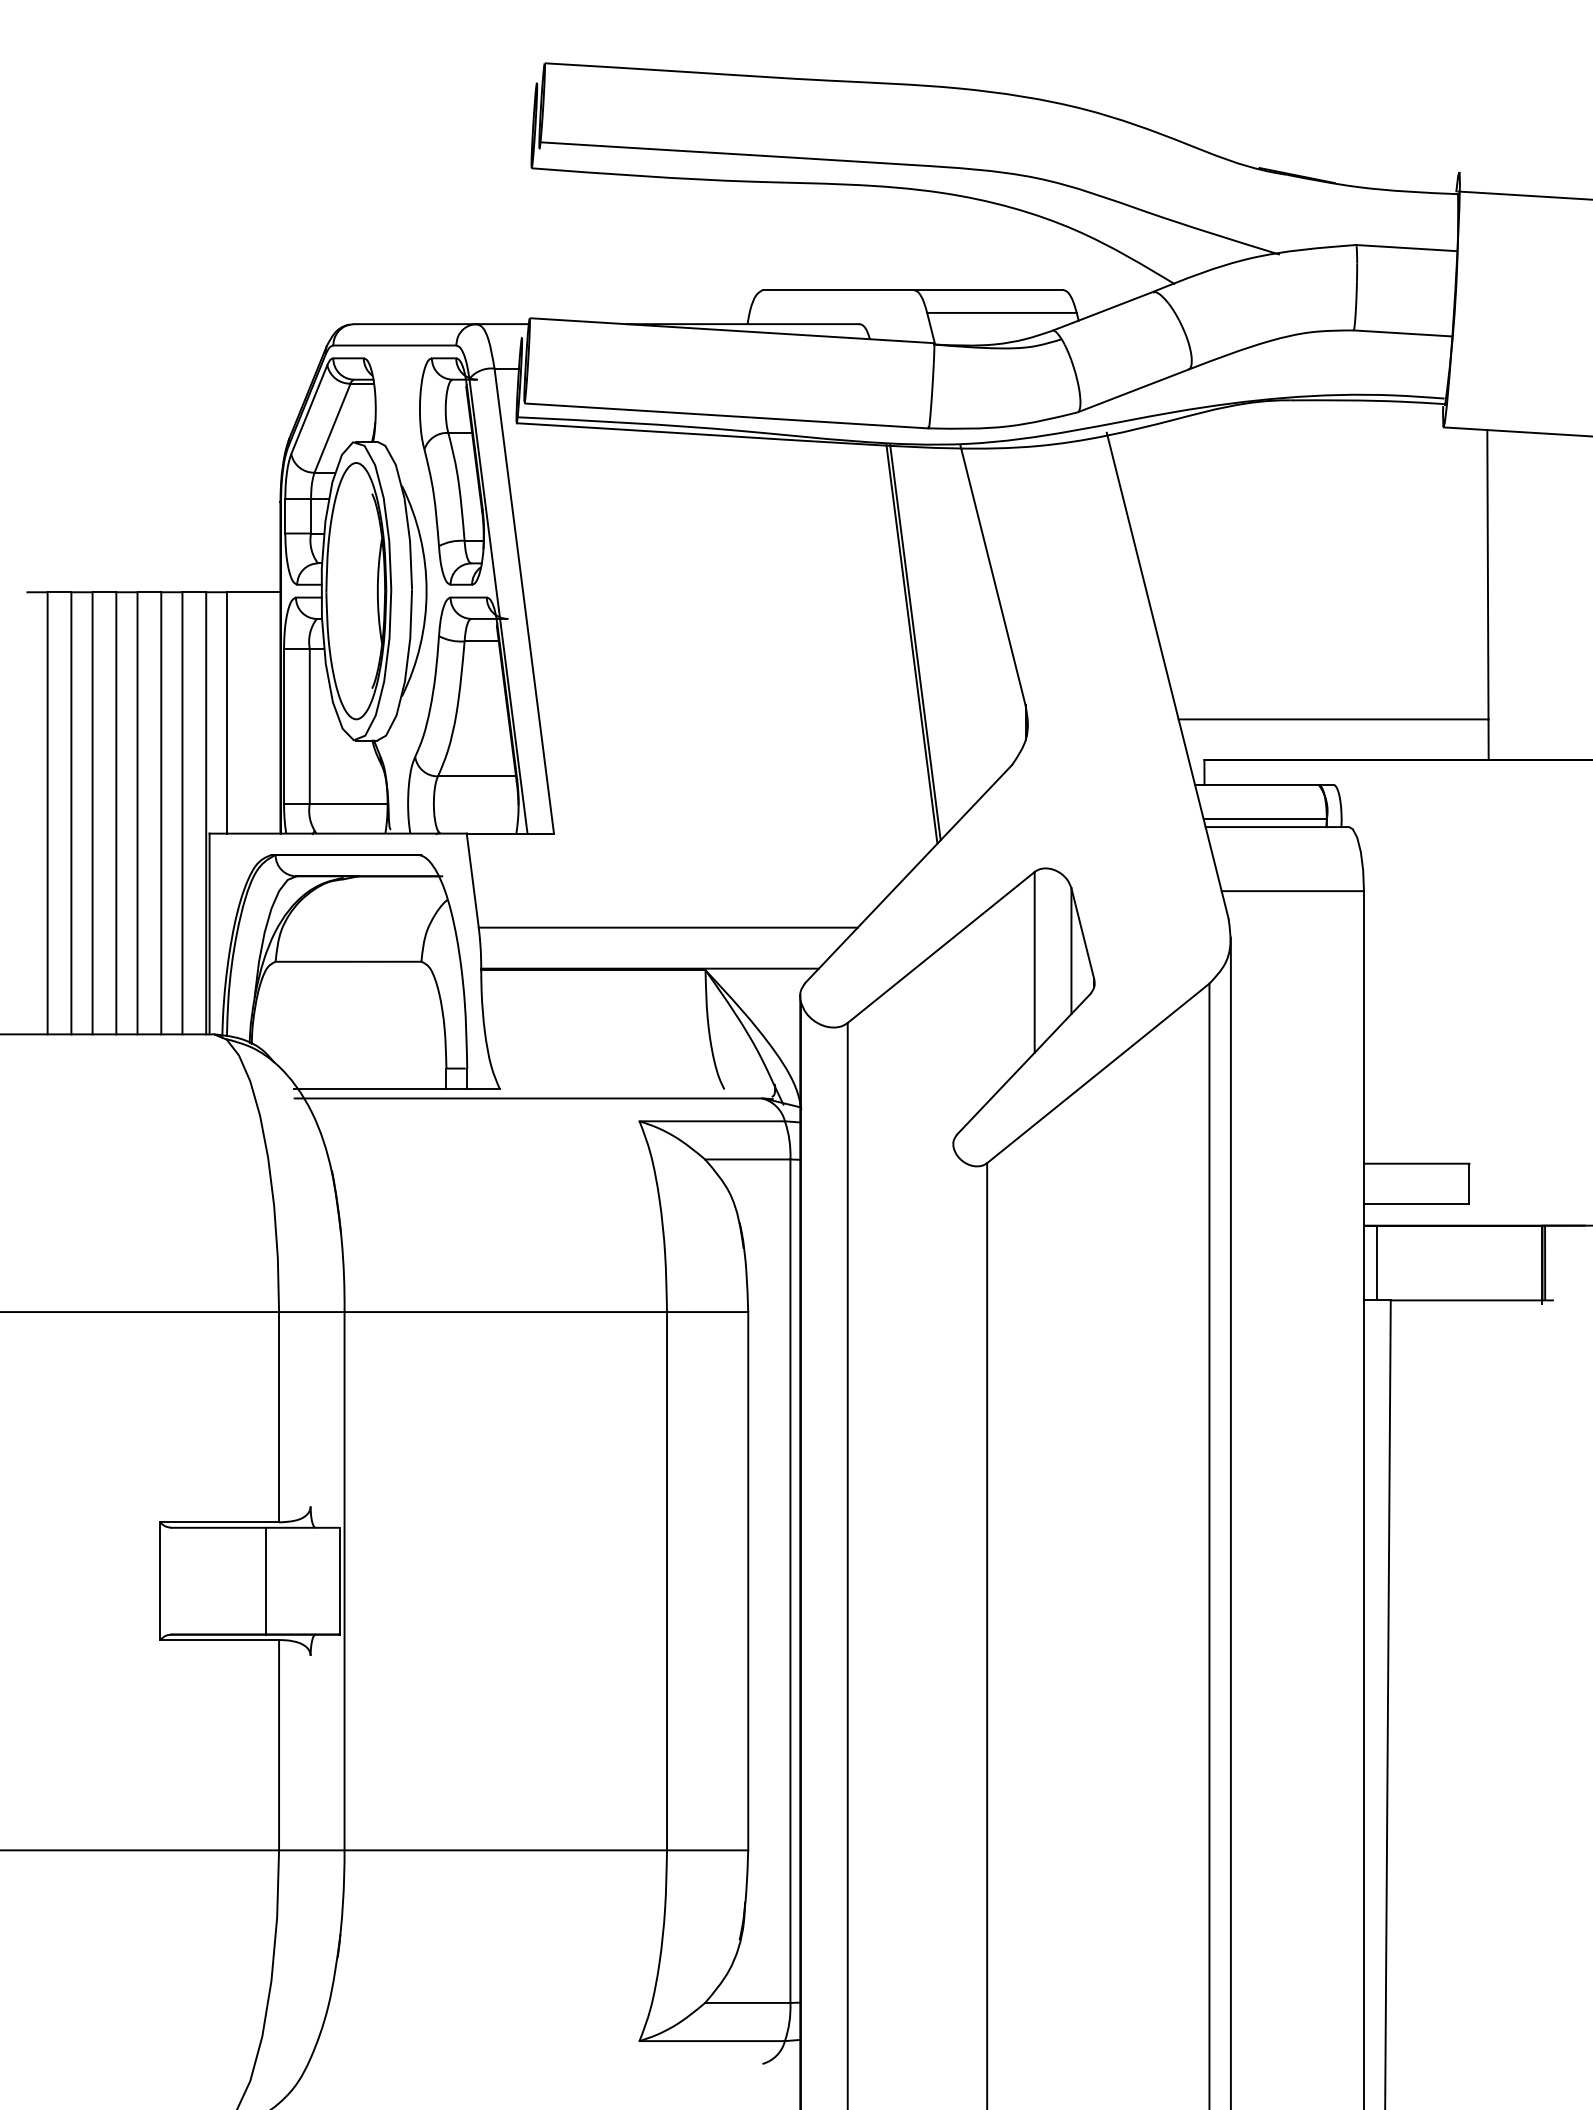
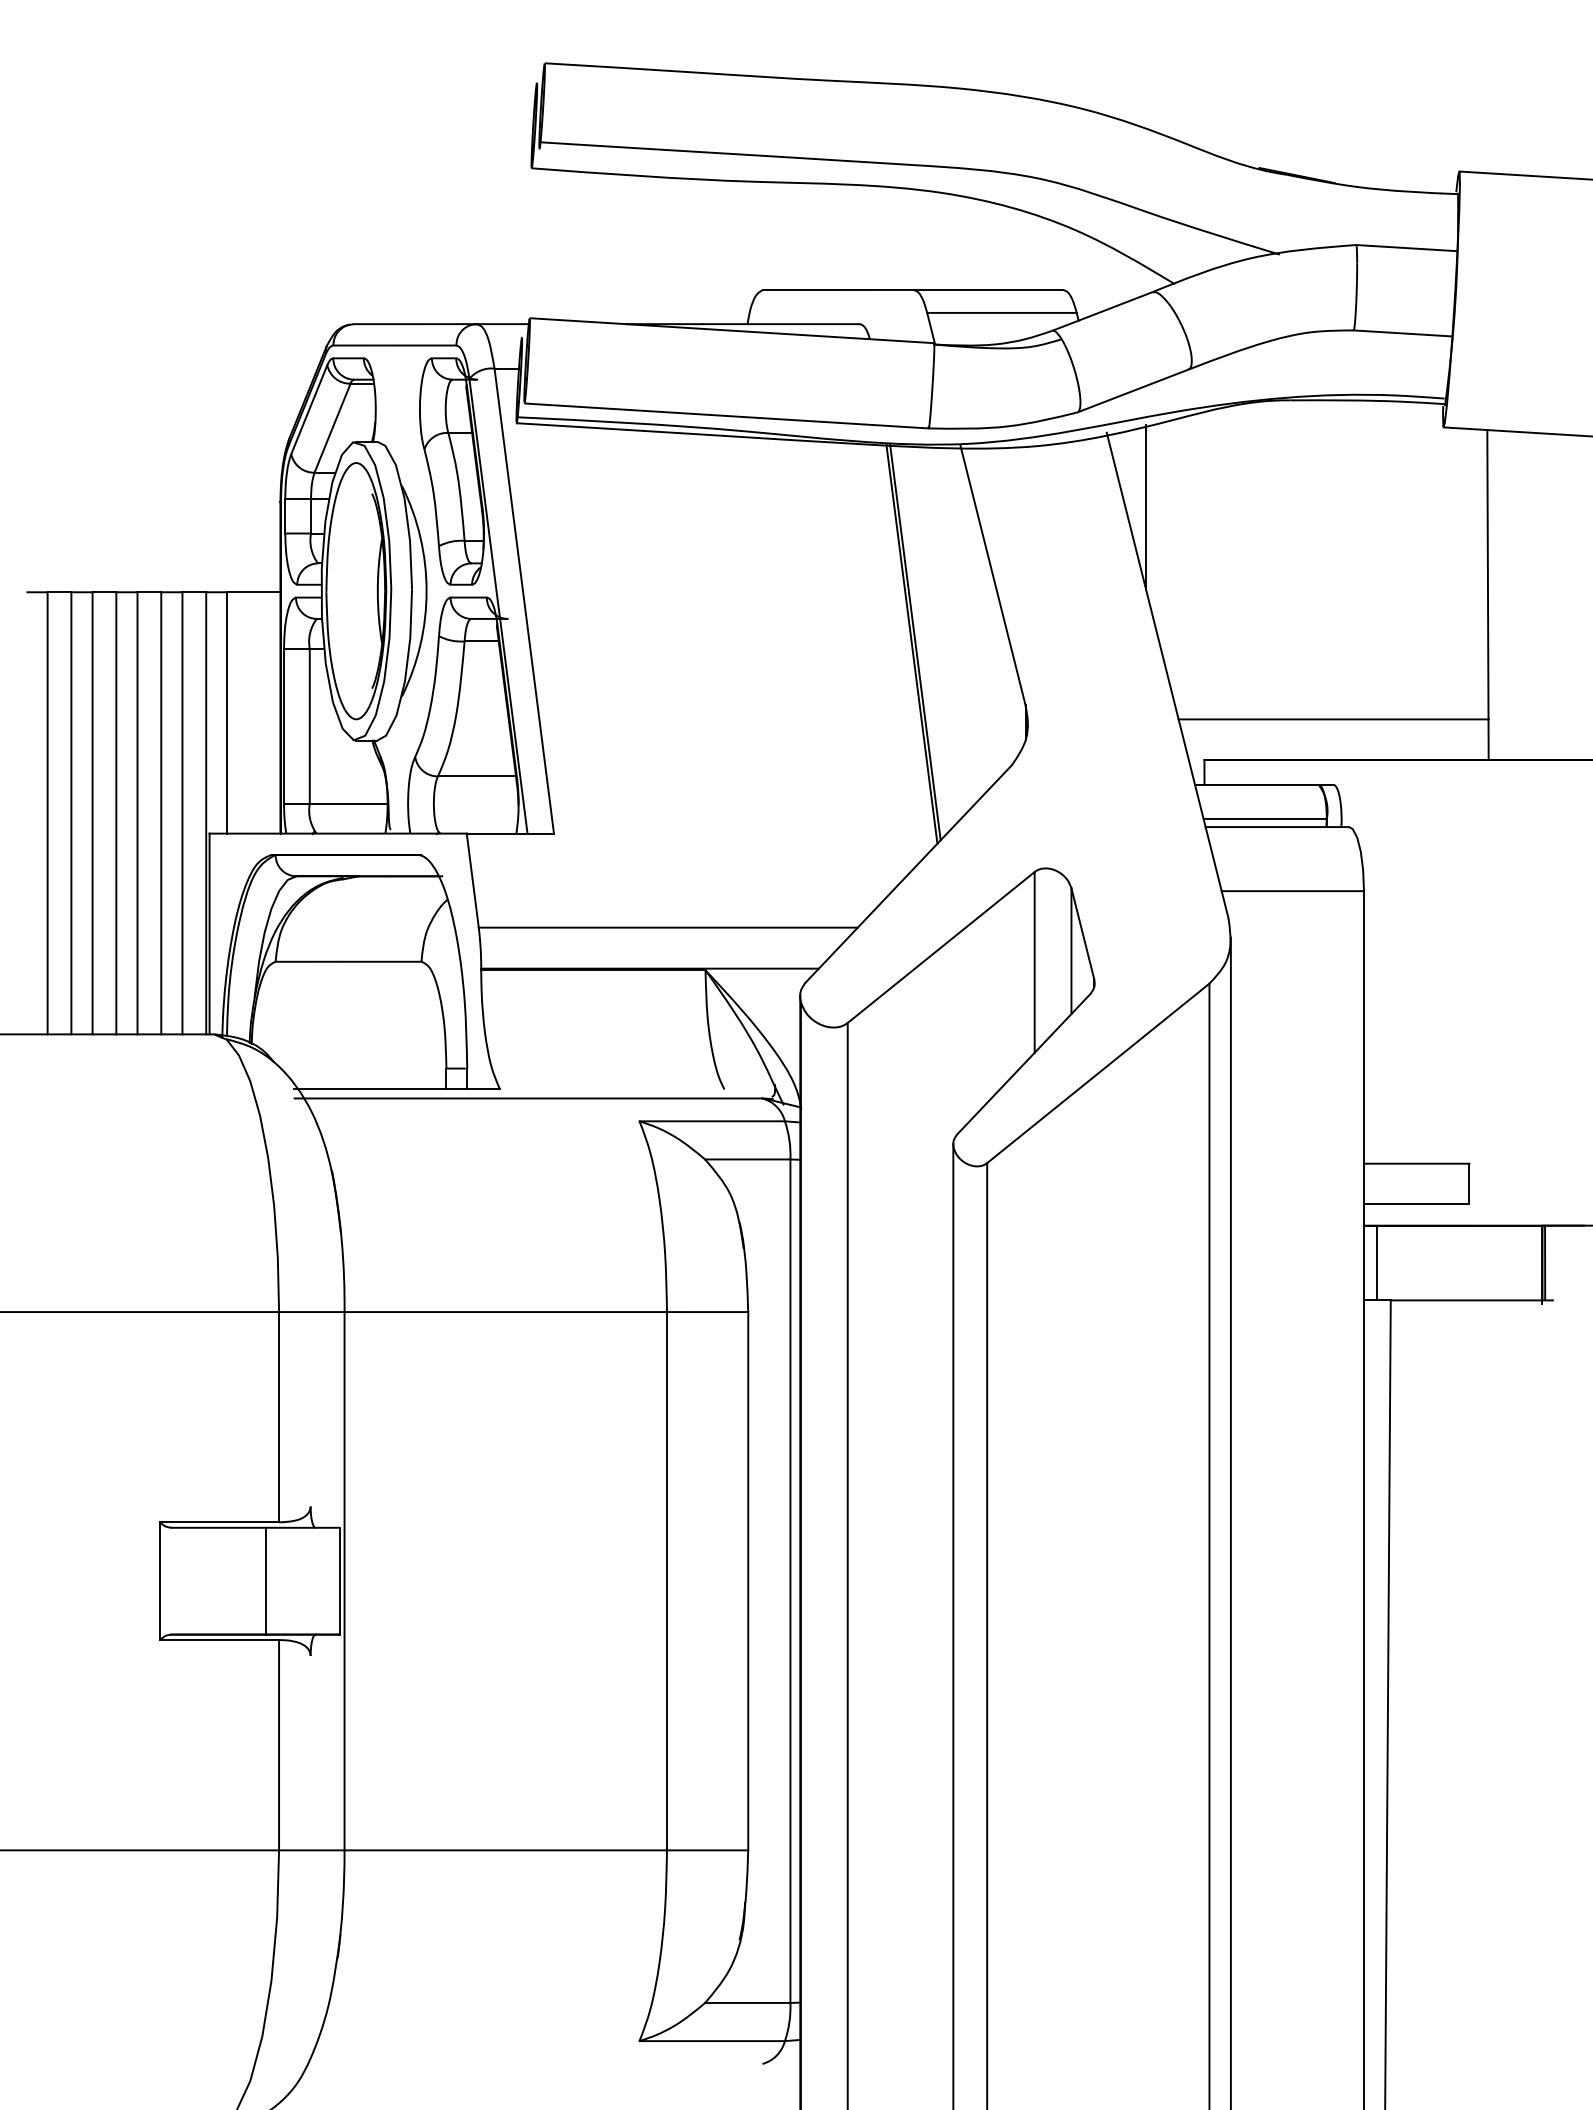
line at (1523, 195) position: (1523, 195) -> (1524, 175)
line at (1146, 507): none -> present
line at (953, 1625): none -> present
